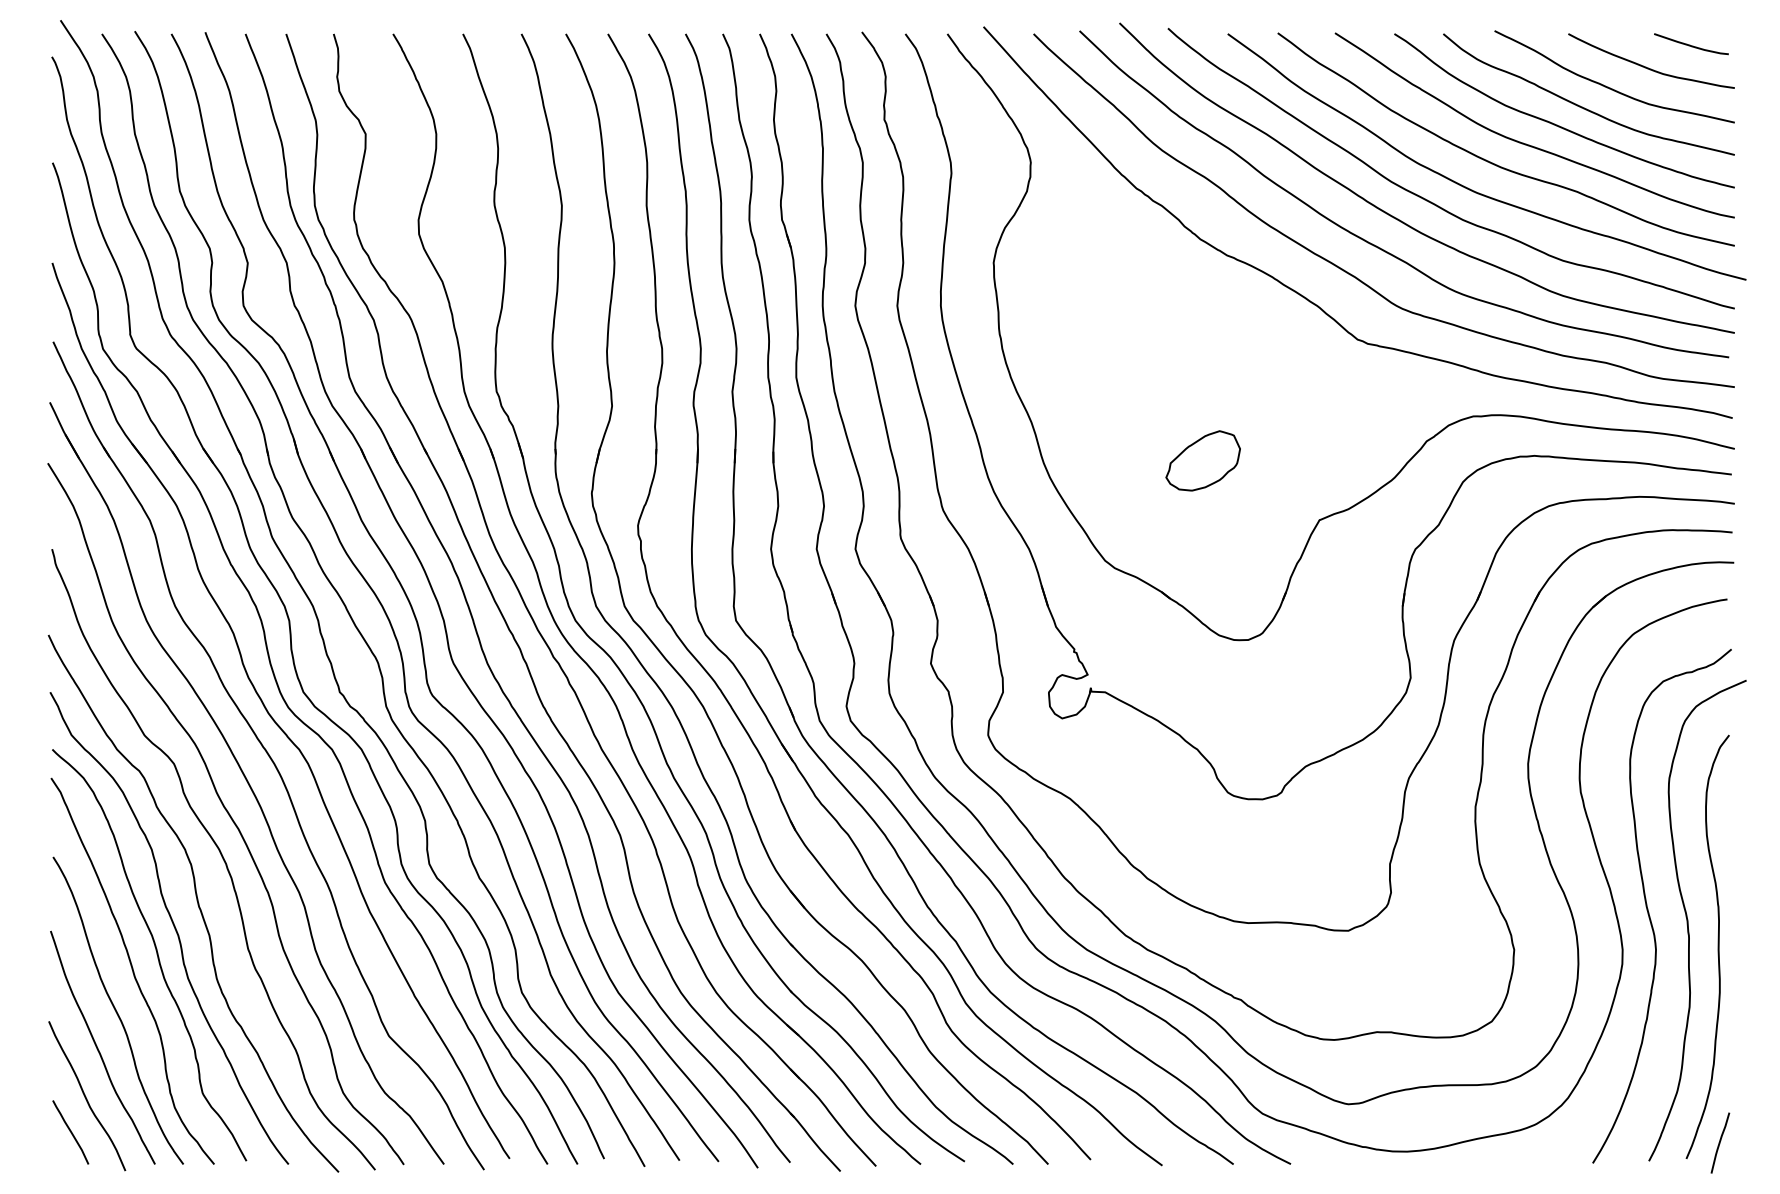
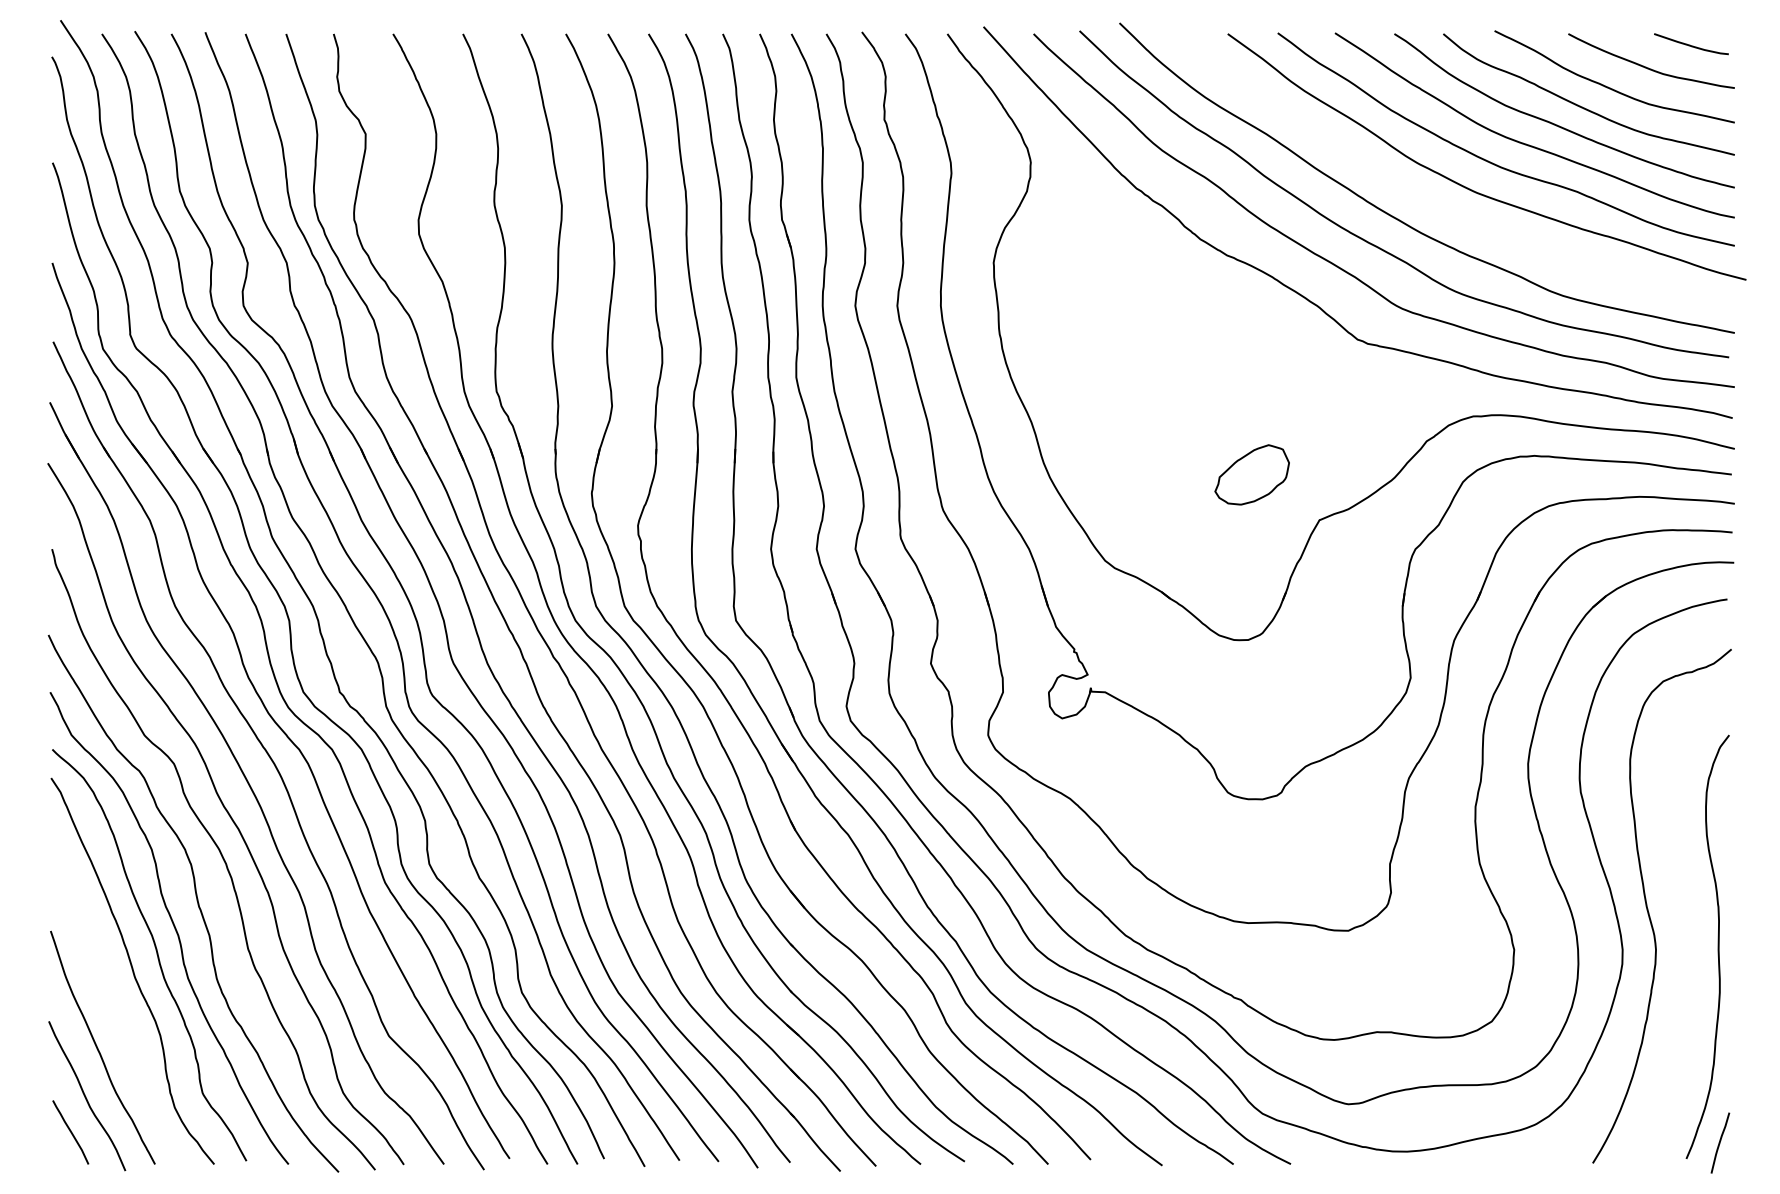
curve at (1433, 202): present -> none
part at (1202, 460) position: (1202, 460) -> (1251, 474)
curve at (1688, 920): present -> none
curve at (116, 1010): present -> none
